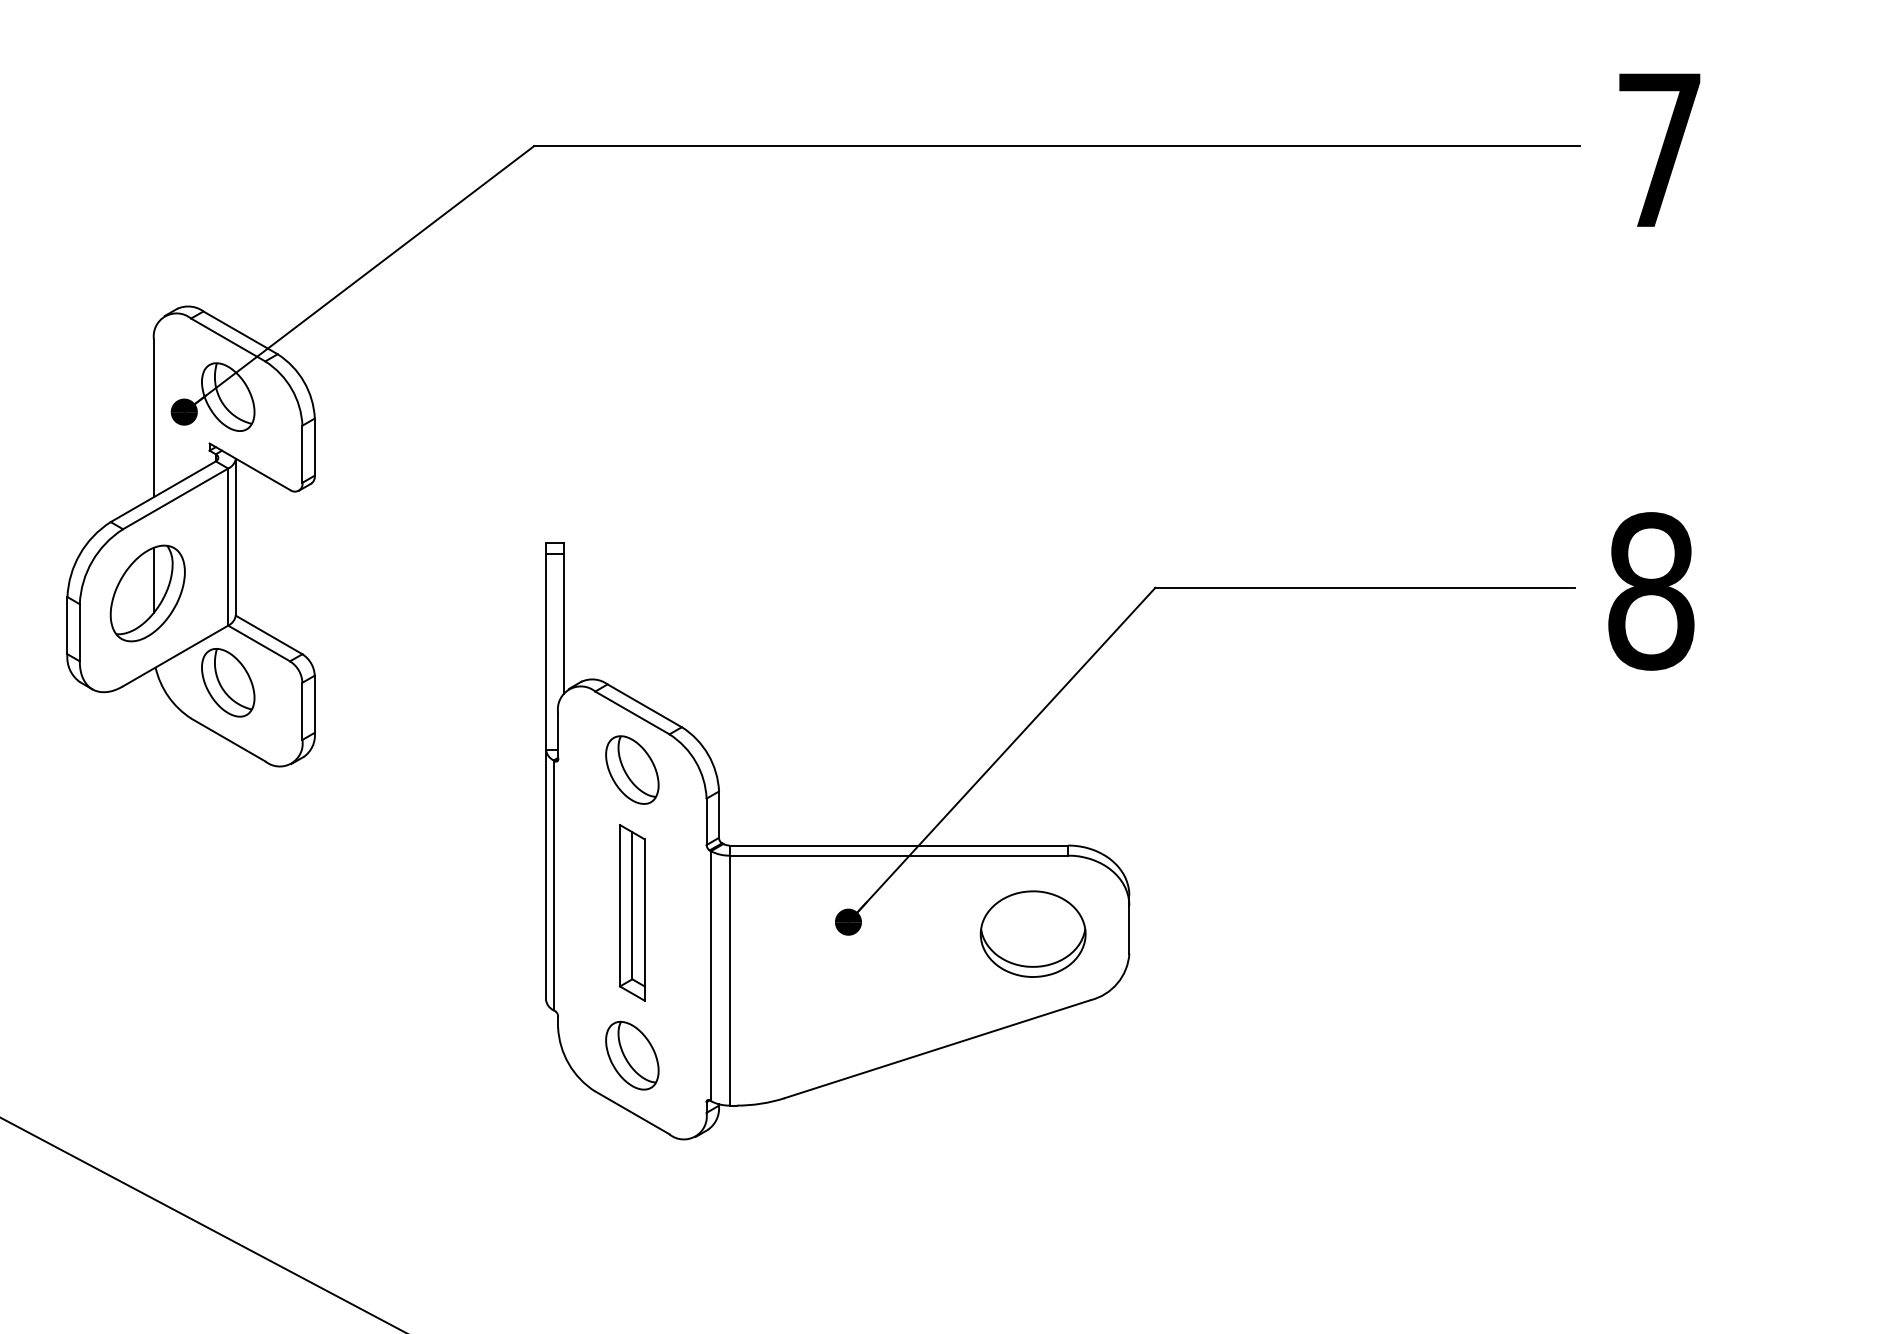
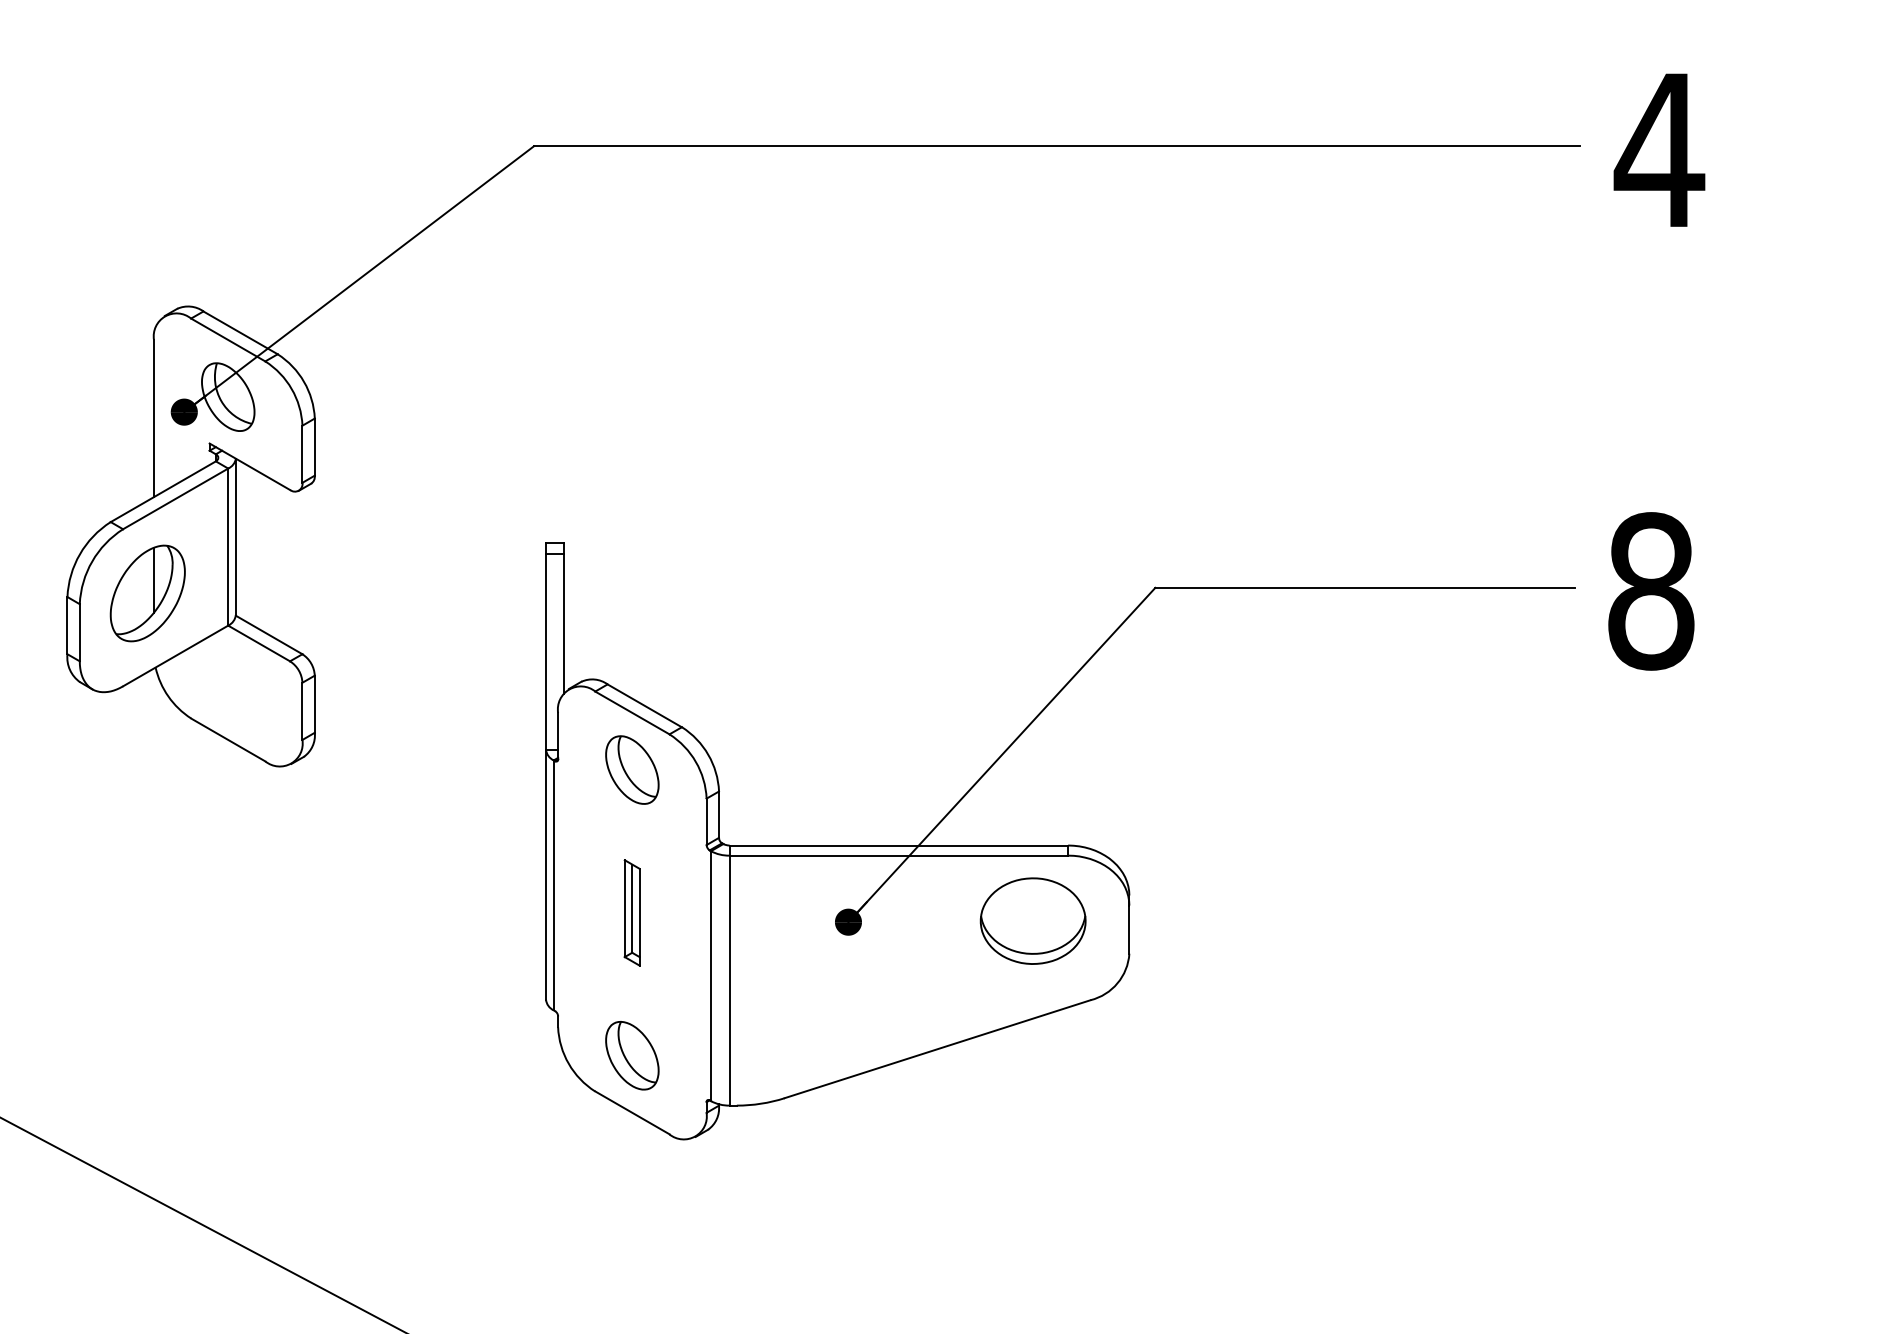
text at (1659, 149): 7 -> 4
part at (228, 682): present -> none
part at (631, 912) size: 28x178 px -> 18x108 px
part at (1032, 933) position: (1032, 933) -> (1032, 920)
